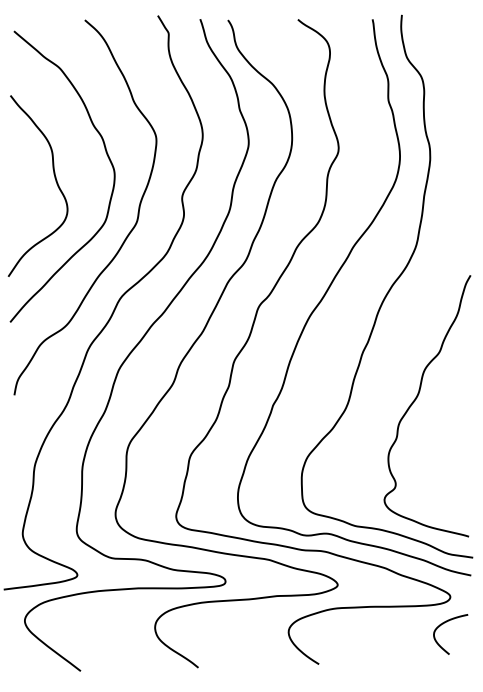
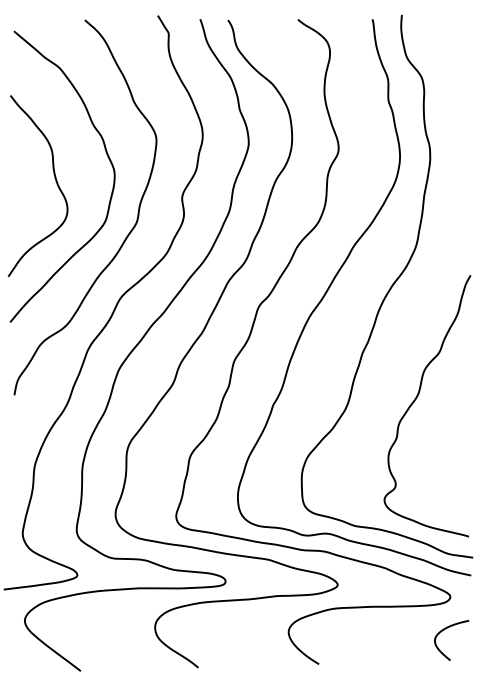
curve at (443, 624) position: (443, 624) -> (444, 630)
